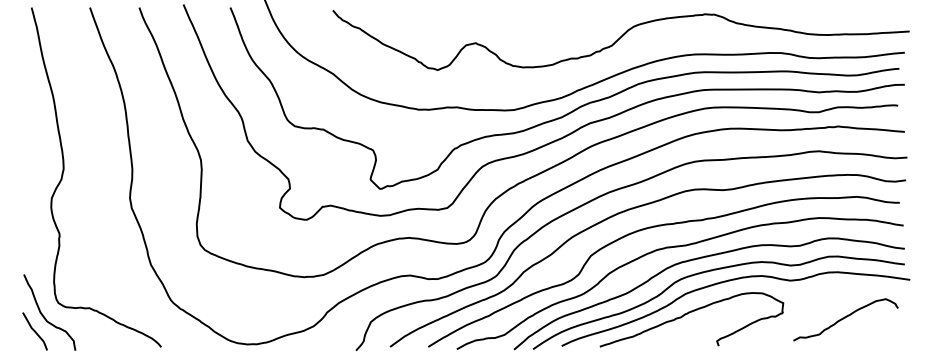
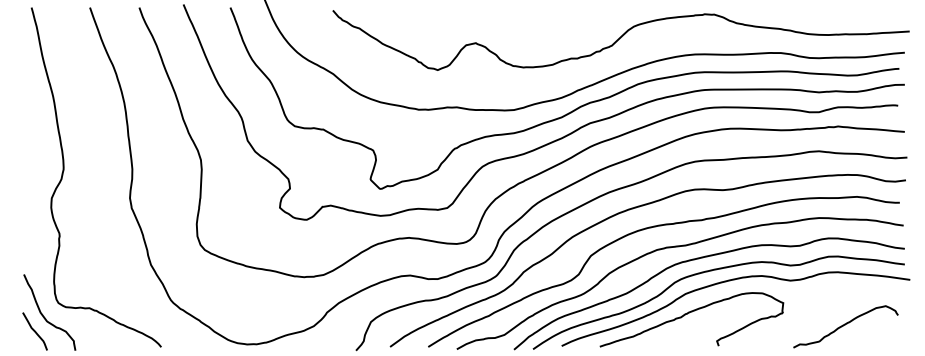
curve at (845, 318) position: (845, 318) -> (845, 325)
